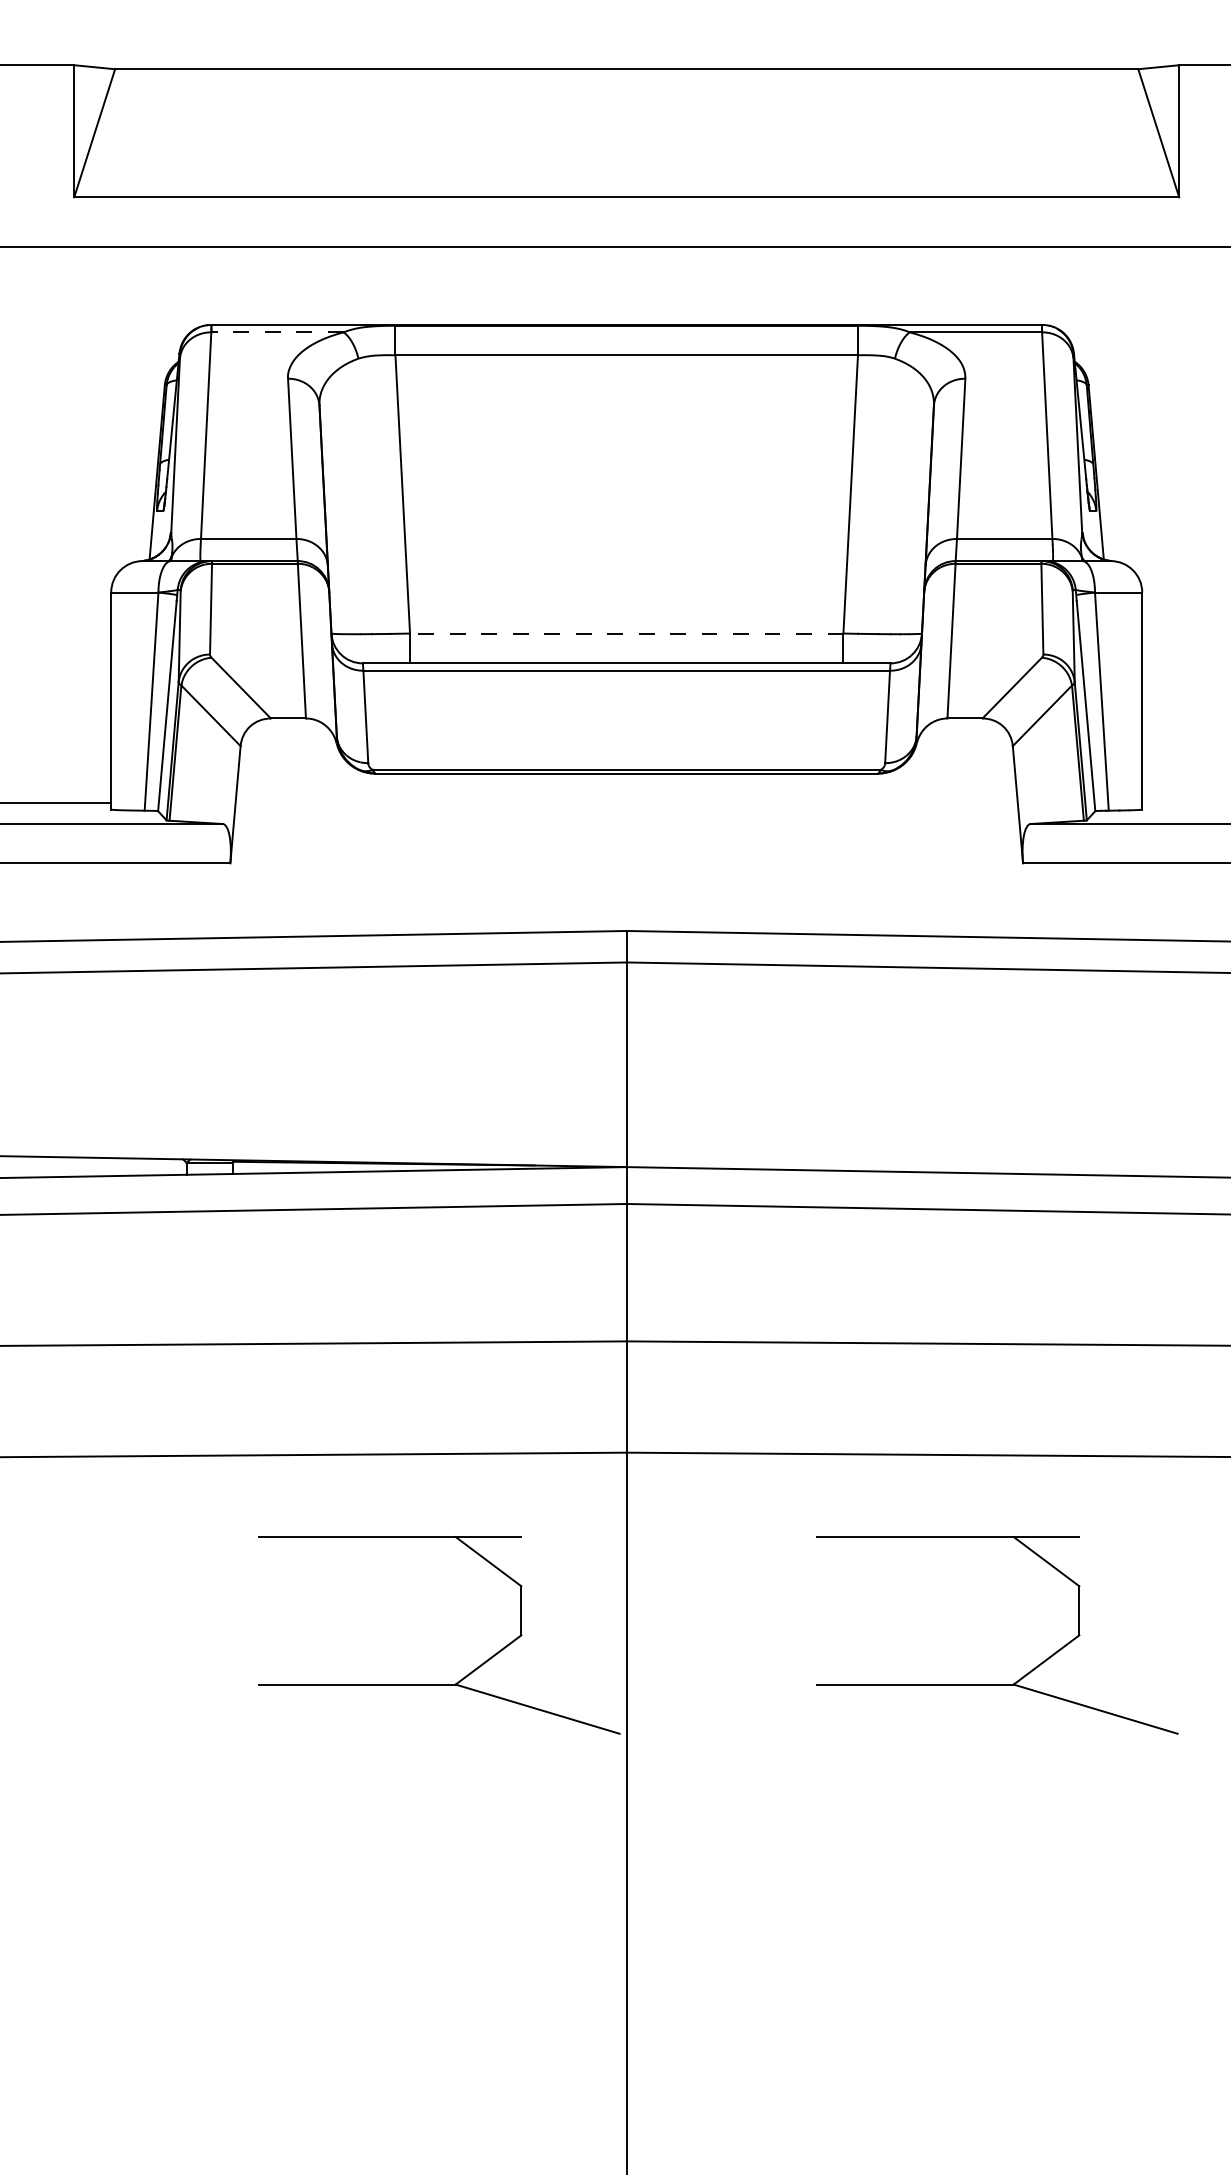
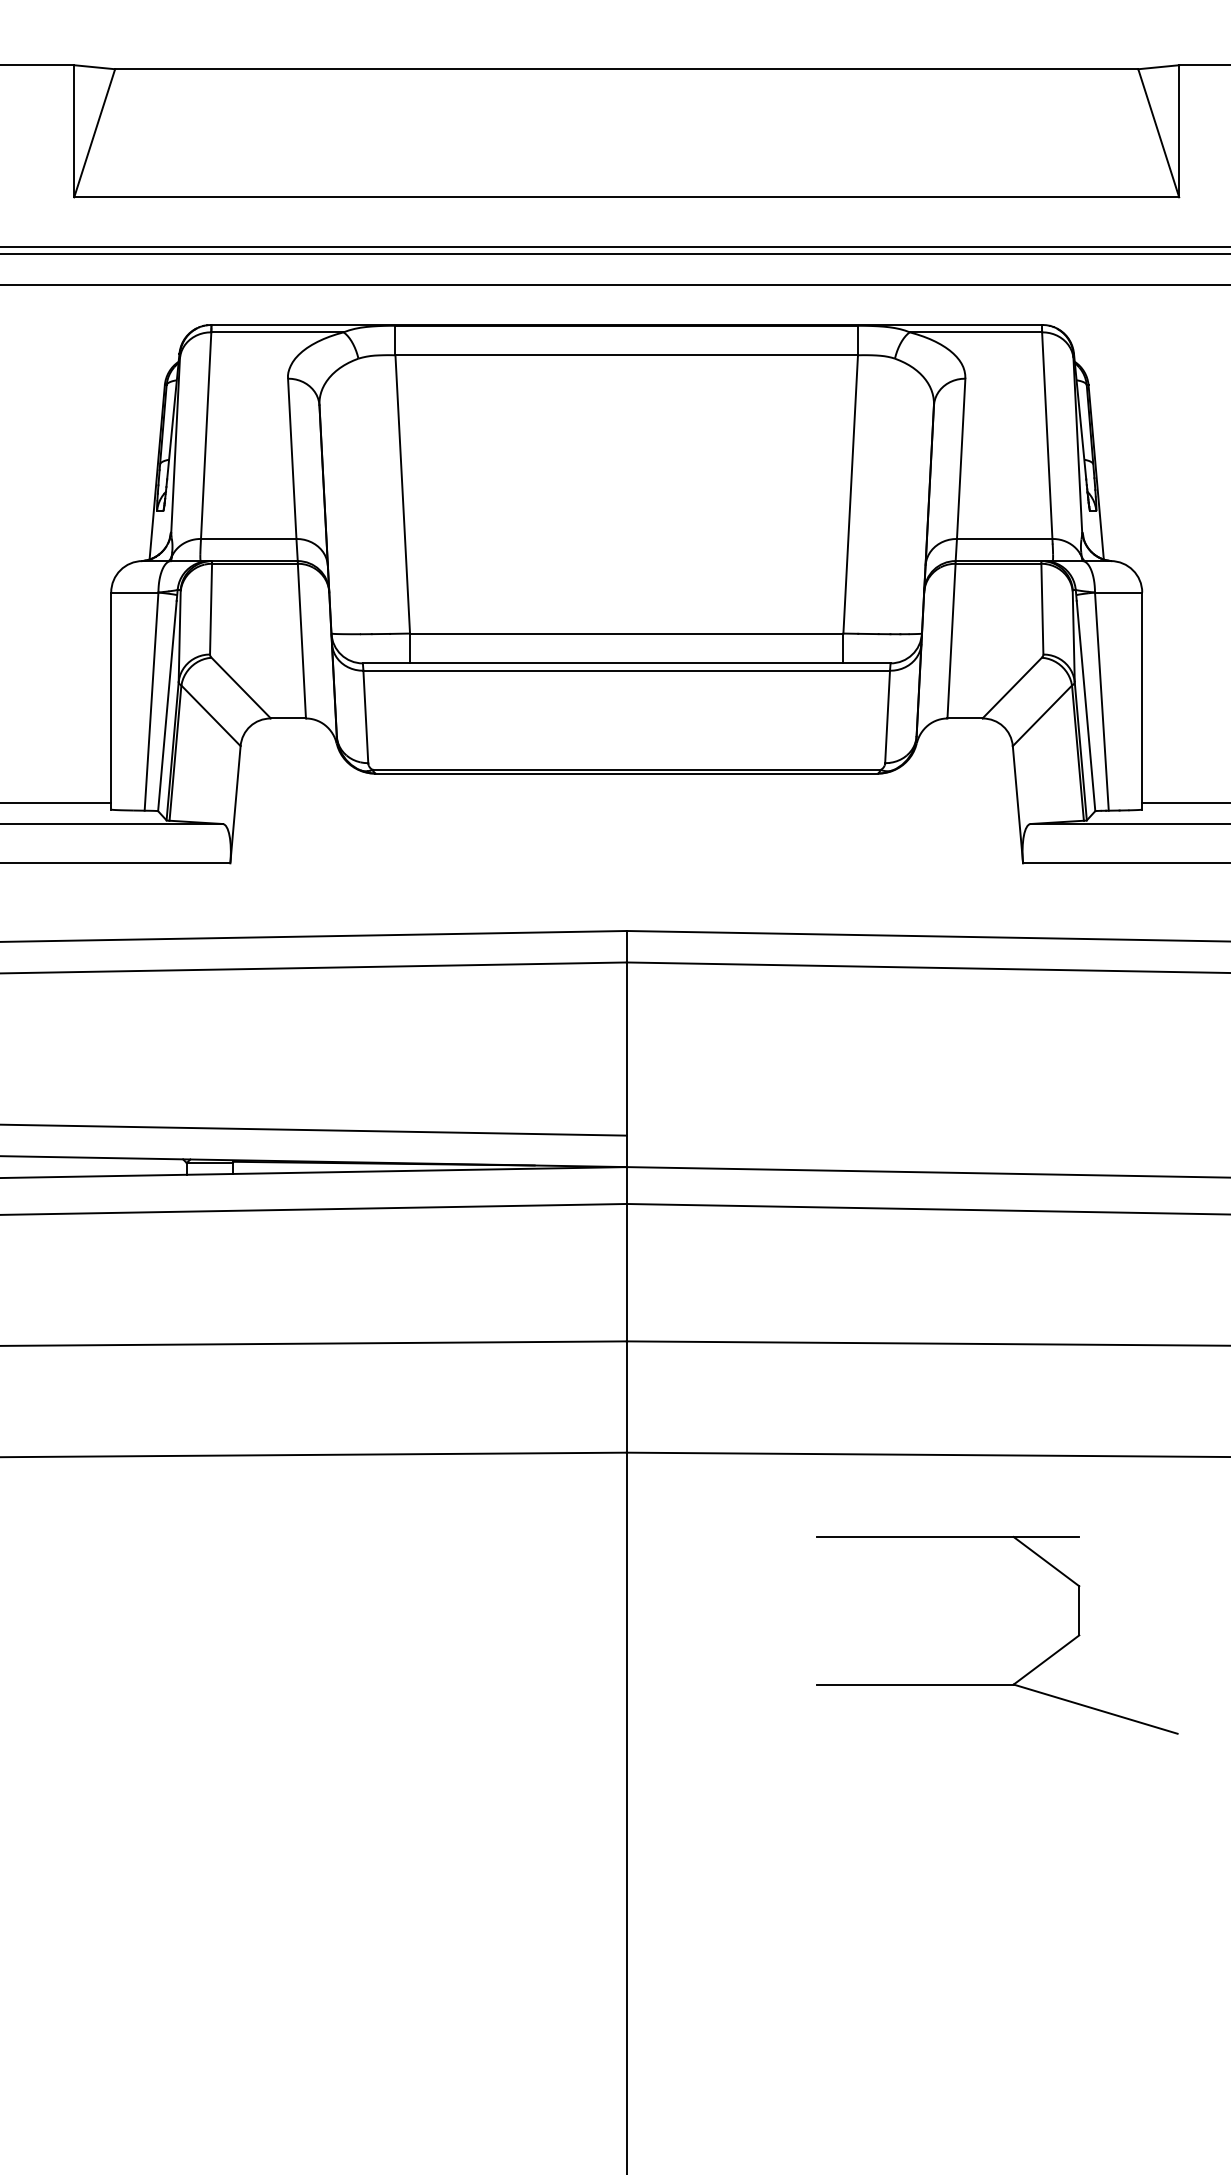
line at (614, 253): none -> present
line at (614, 285): none -> present
line at (277, 332): dashed -> solid
line at (626, 633): dashed -> solid
line at (1184, 803): none -> present
line at (314, 1129): none -> present
part at (468, 1673): present -> none
